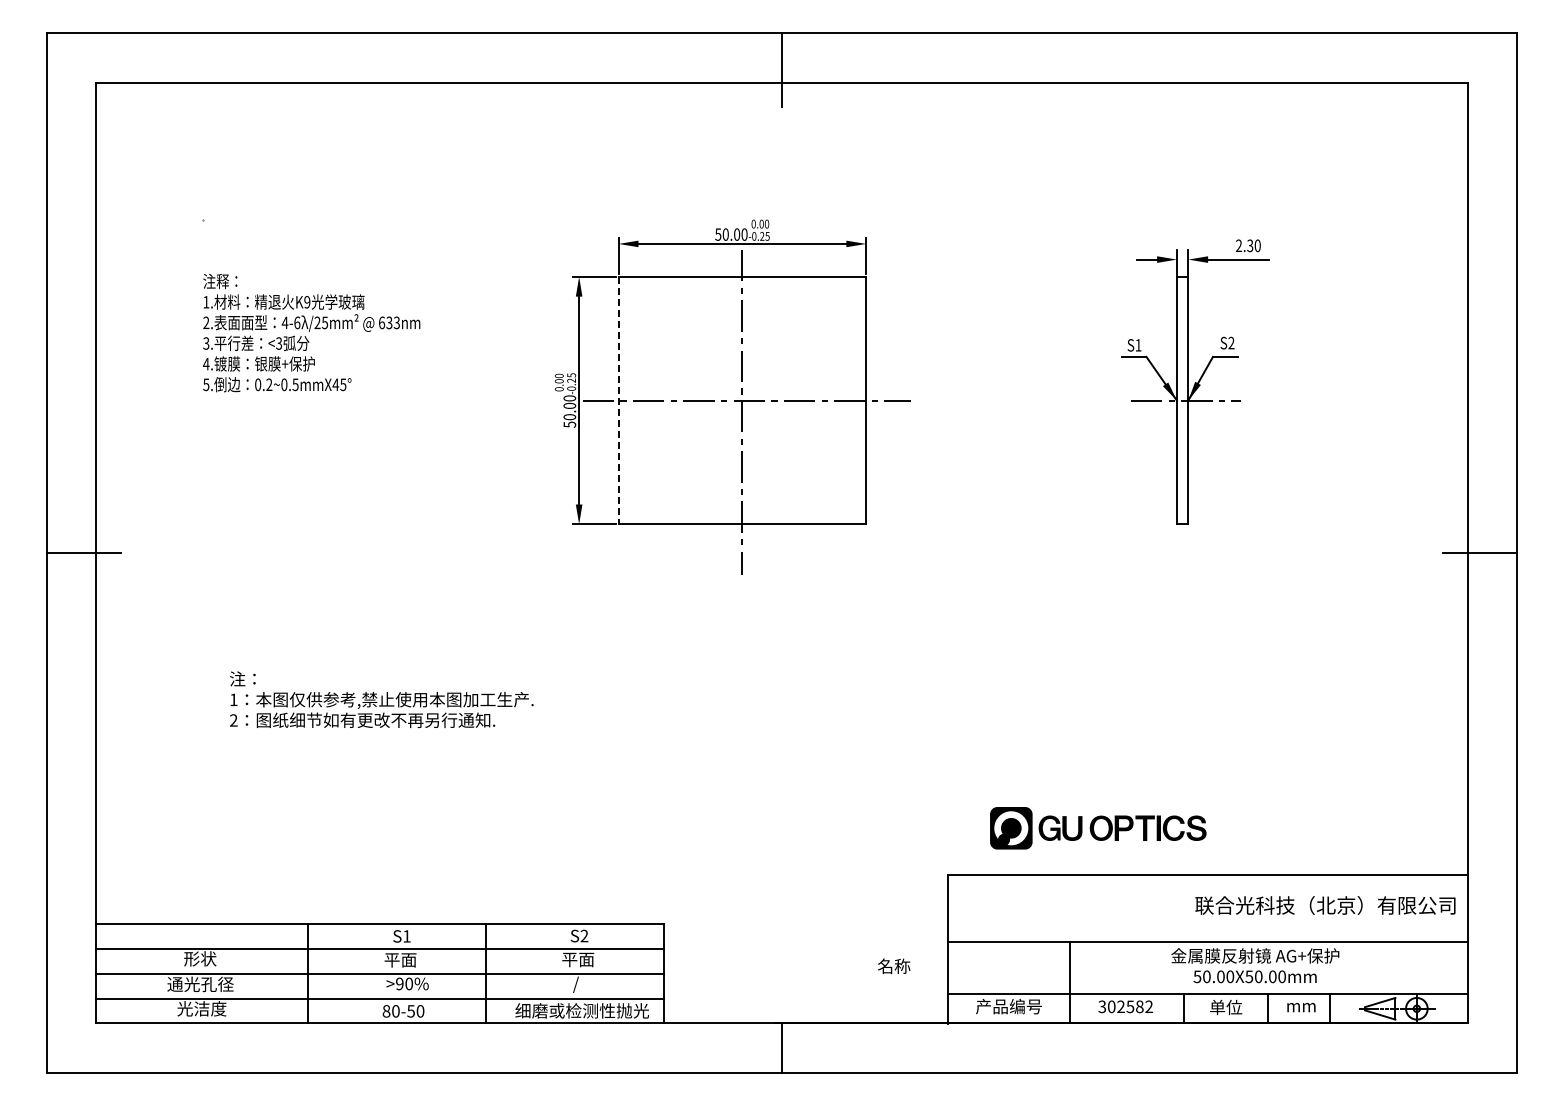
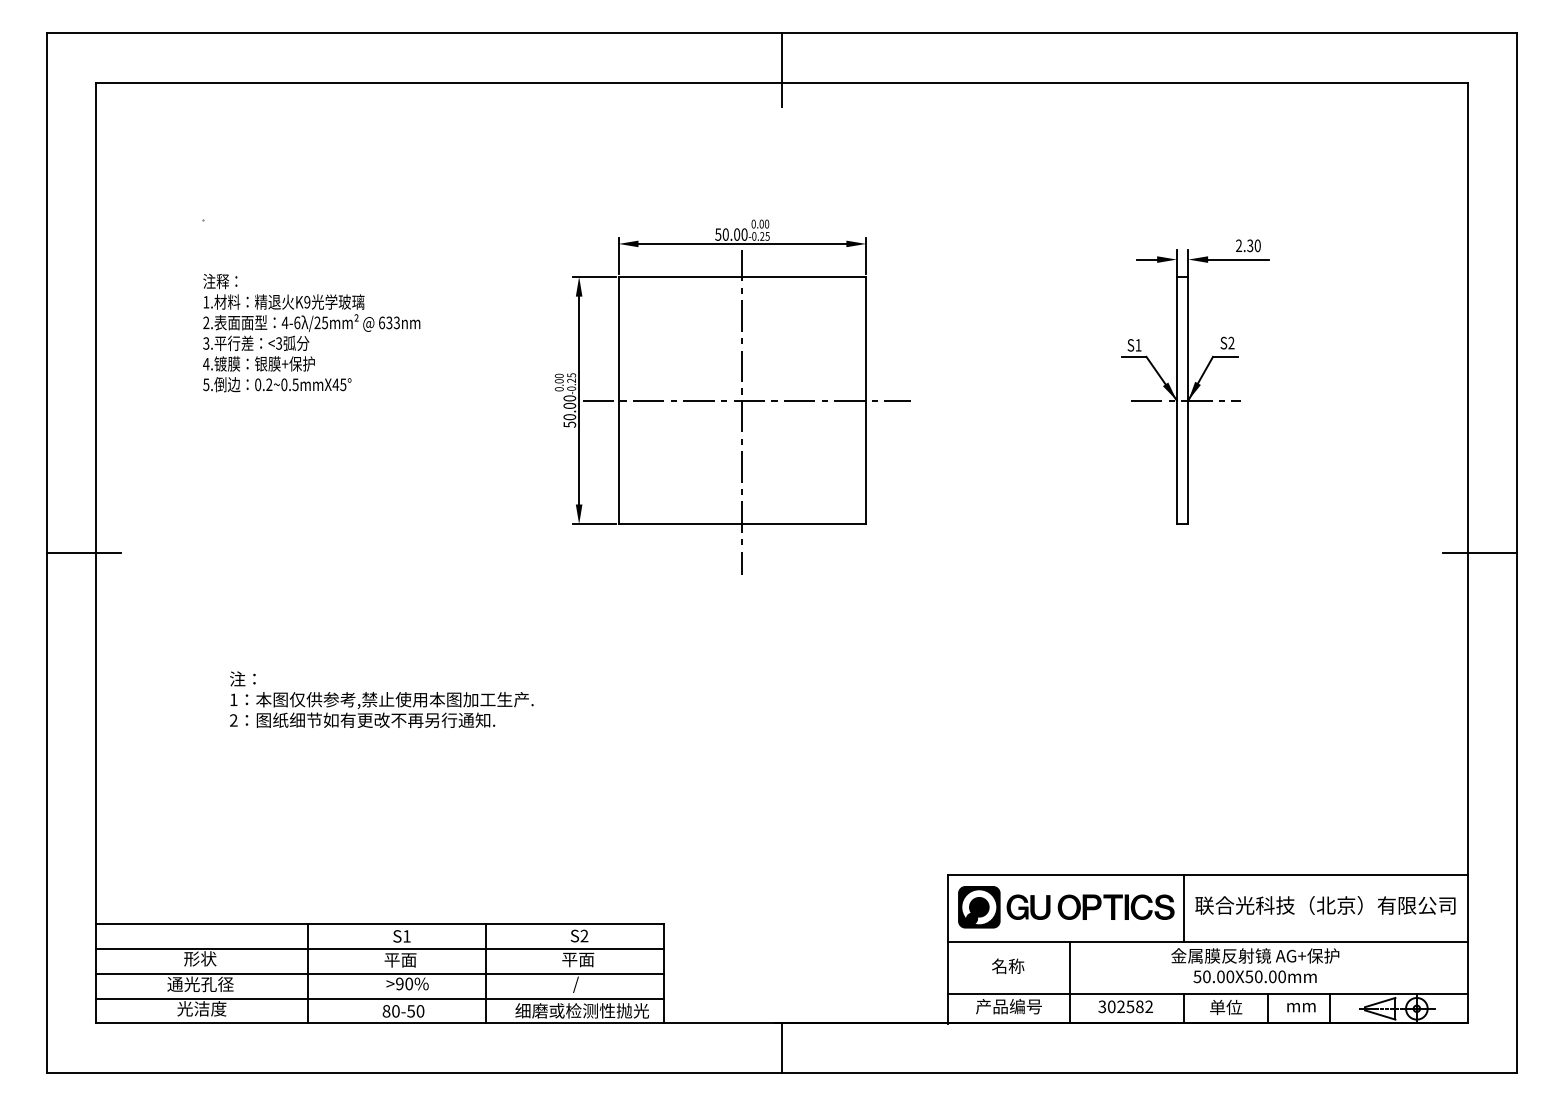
line at (618, 400): dashed -> solid
part at (1098, 828) position: (1098, 828) -> (1066, 907)
line at (1183, 907): none -> present
text at (894, 965) position: (894, 965) -> (1008, 965)
